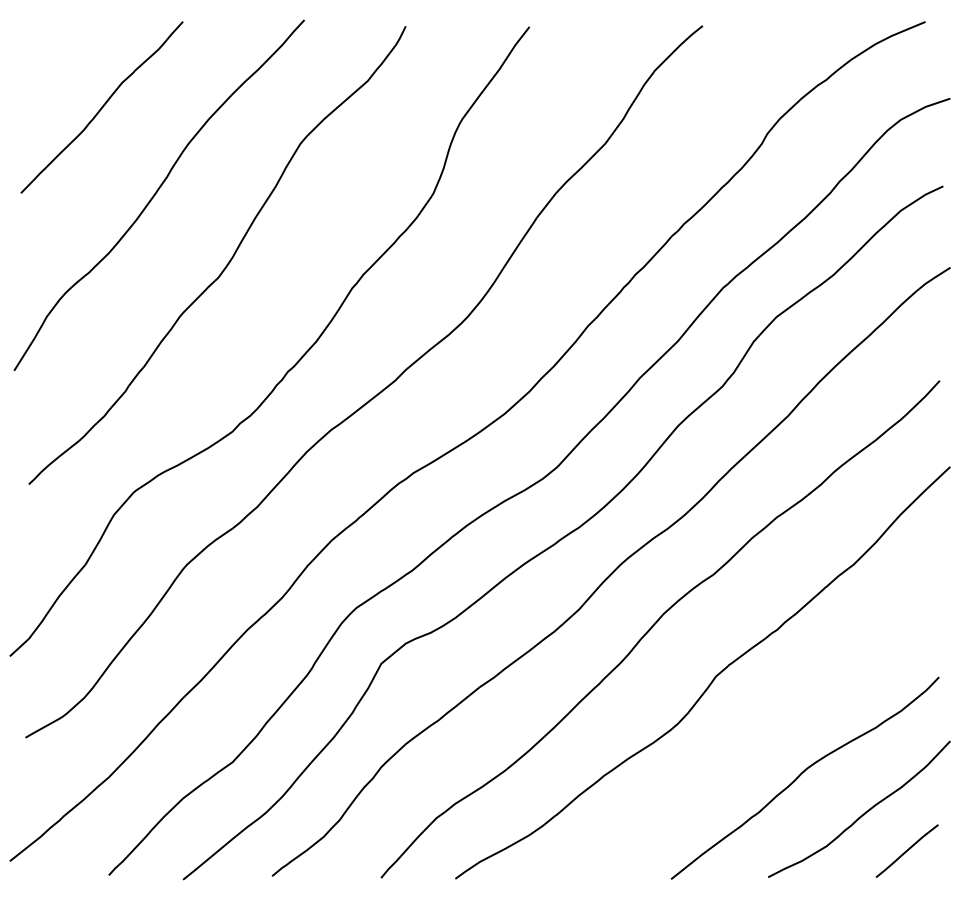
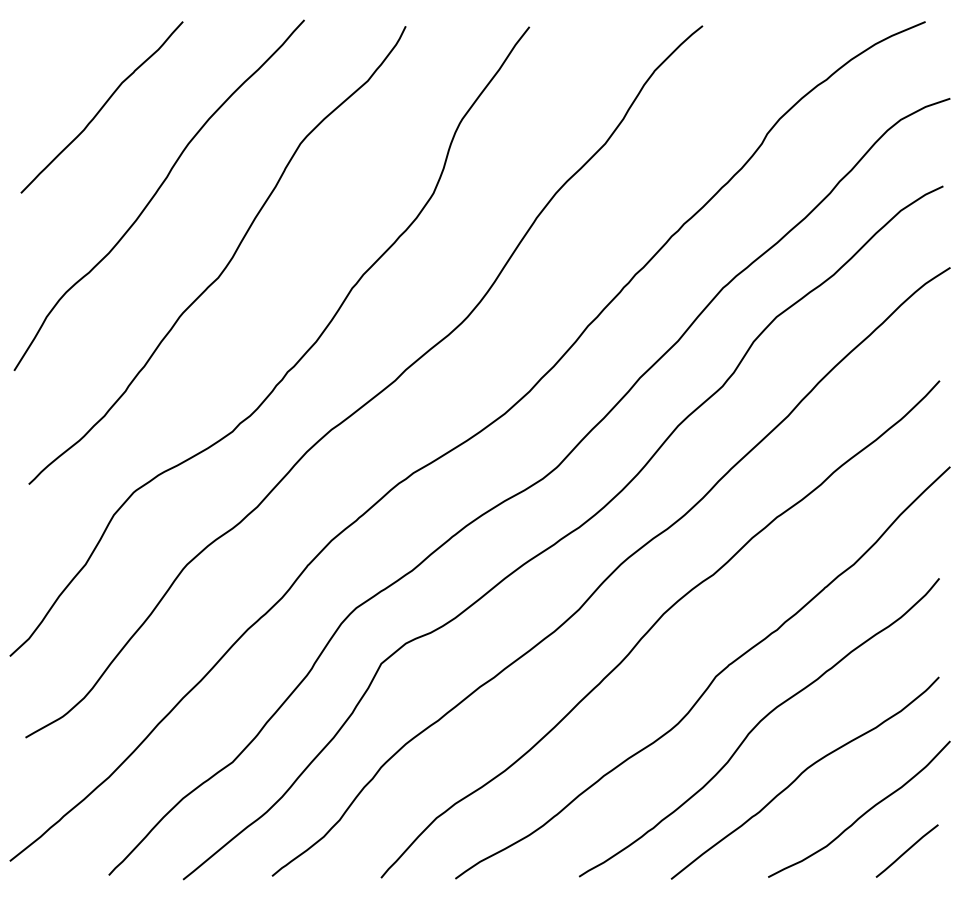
curve at (757, 725): none -> present
